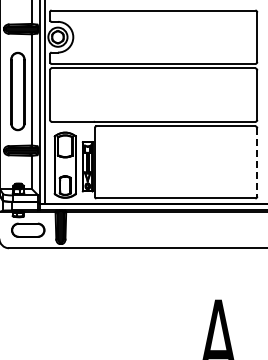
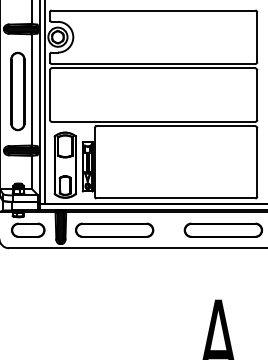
line at (257, 162): dashed -> solid
part at (114, 229): none -> present
part at (223, 229): none -> present
